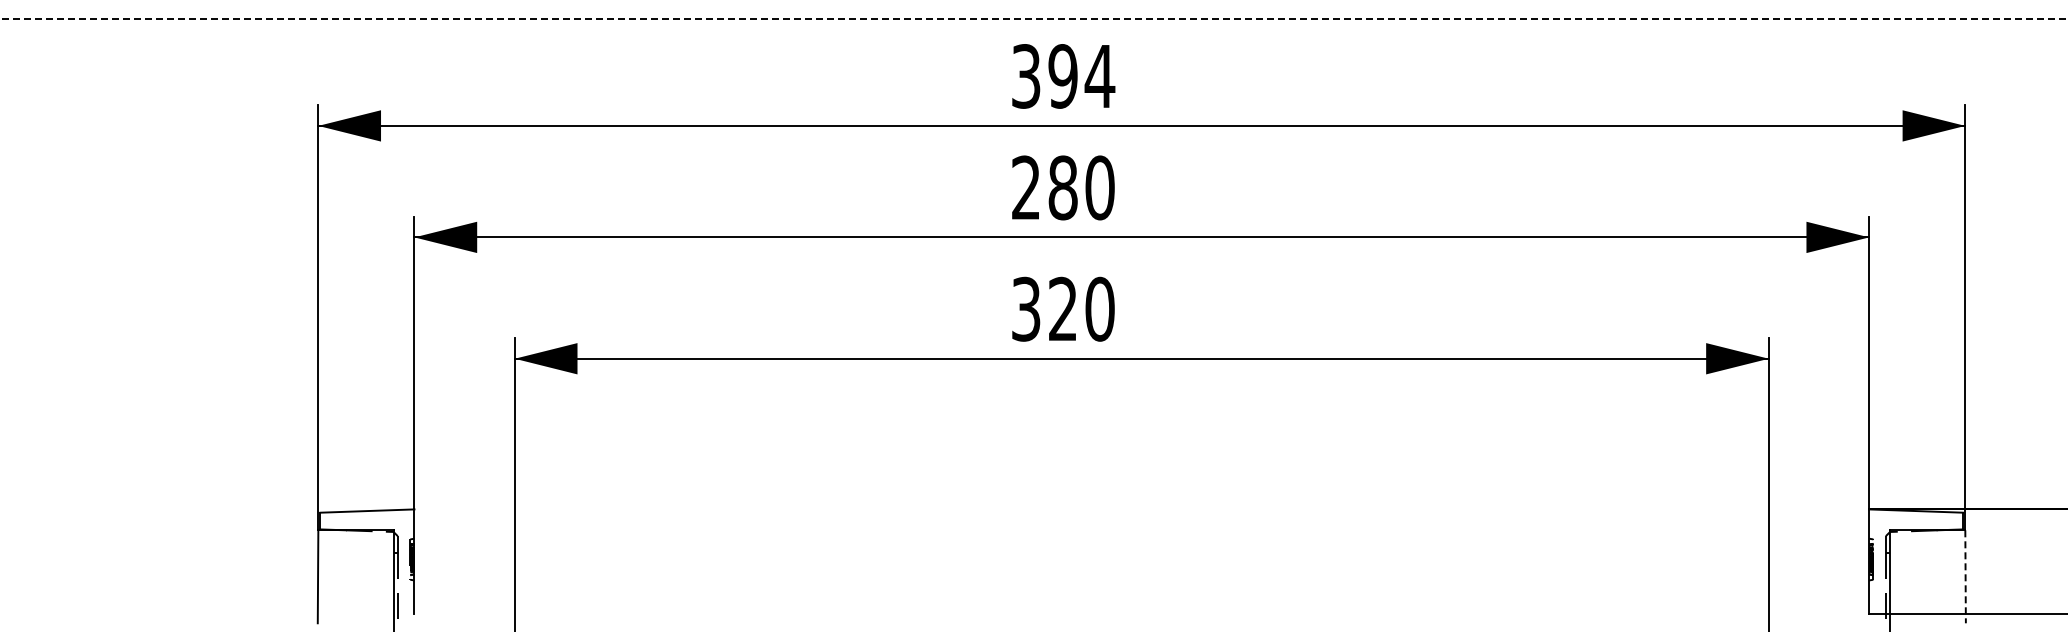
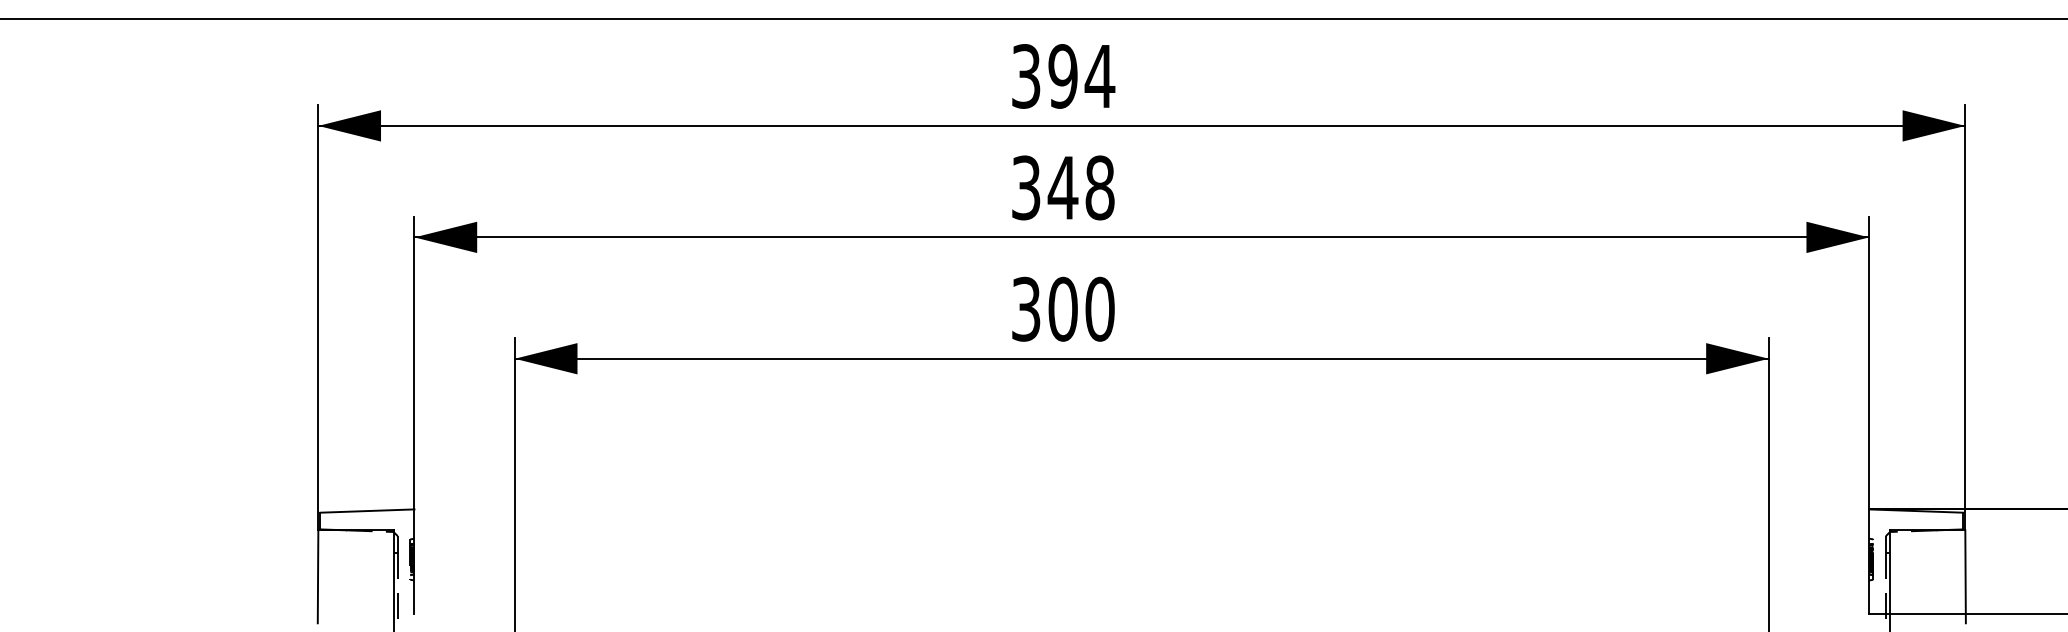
line at (1034, 19): dashed -> solid
text at (1063, 187): 280 -> 348
text at (1062, 308): 320 -> 300
line at (1965, 577): dashed -> solid
